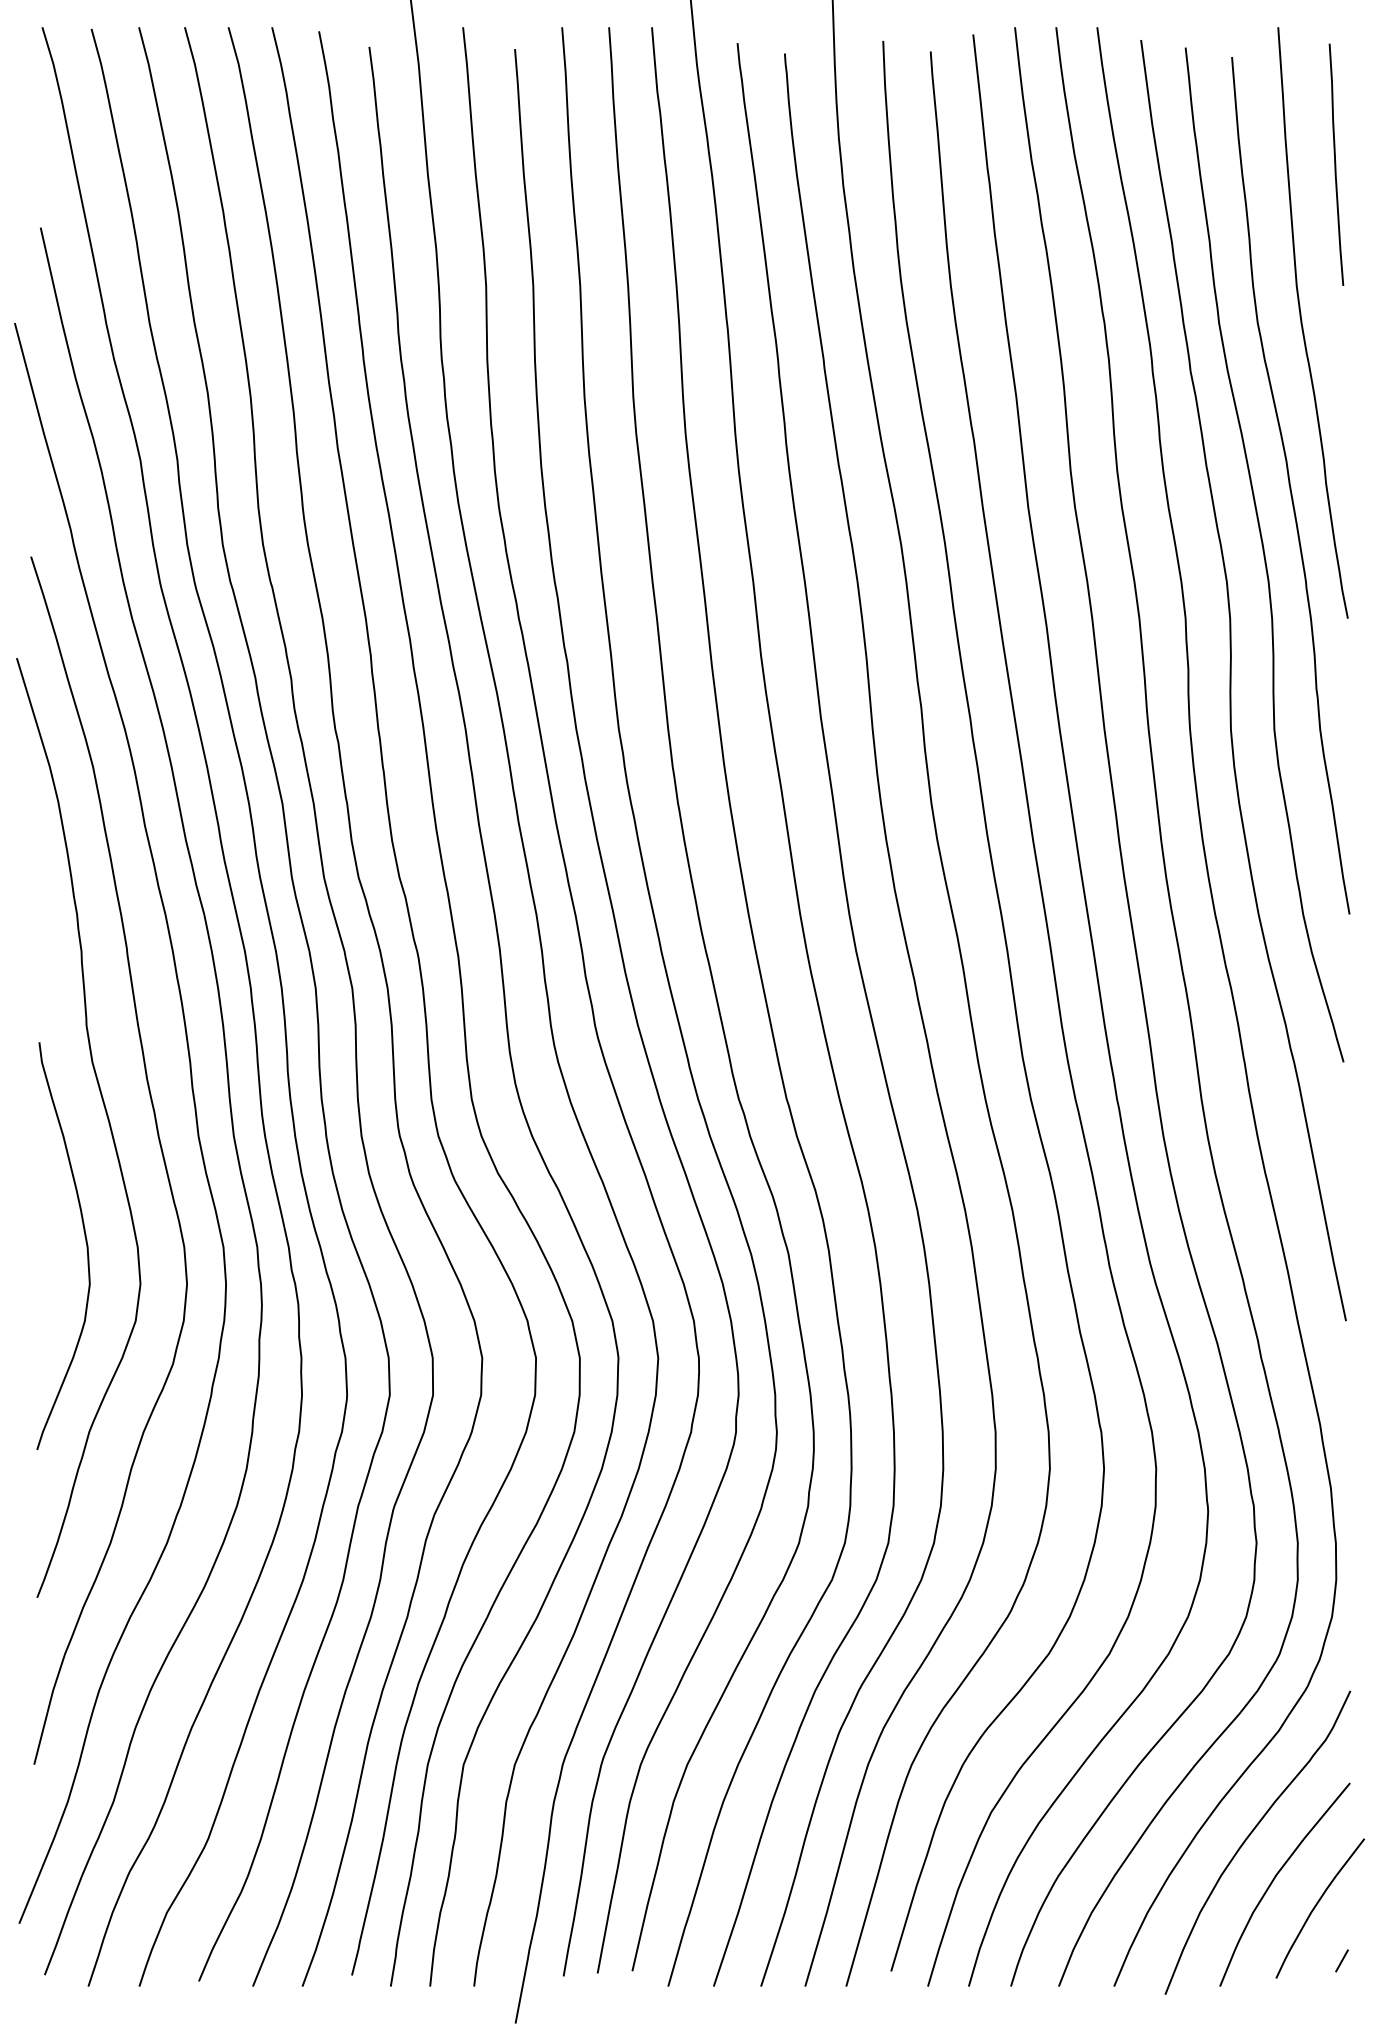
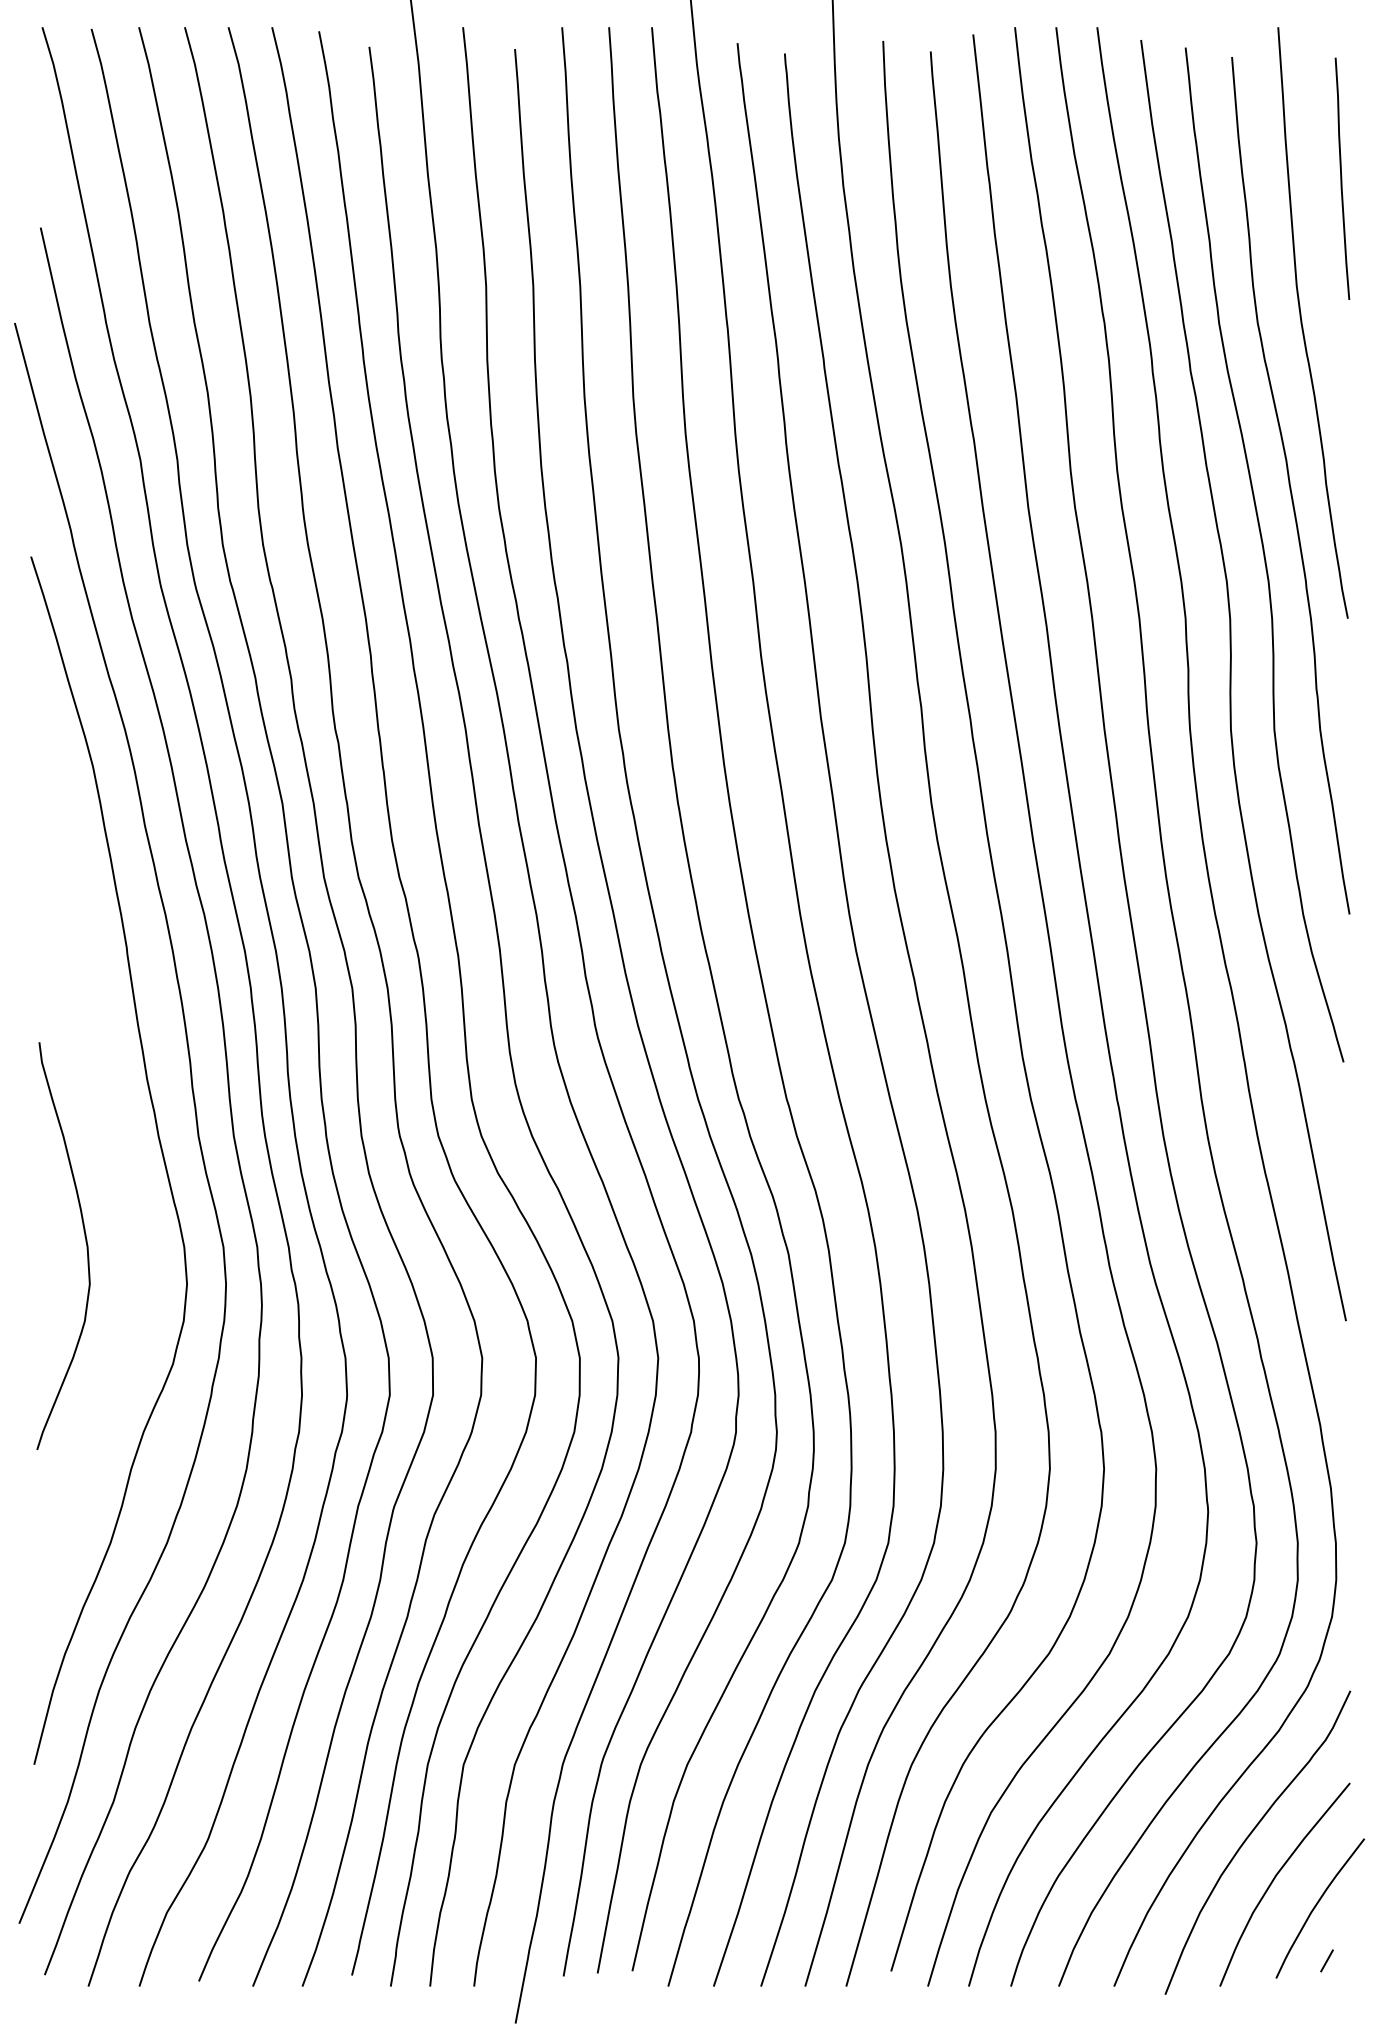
curve at (1336, 164) position: (1336, 164) -> (1342, 178)
curve at (107, 1120): present -> none
line at (1341, 1960) position: (1341, 1960) -> (1326, 1960)
